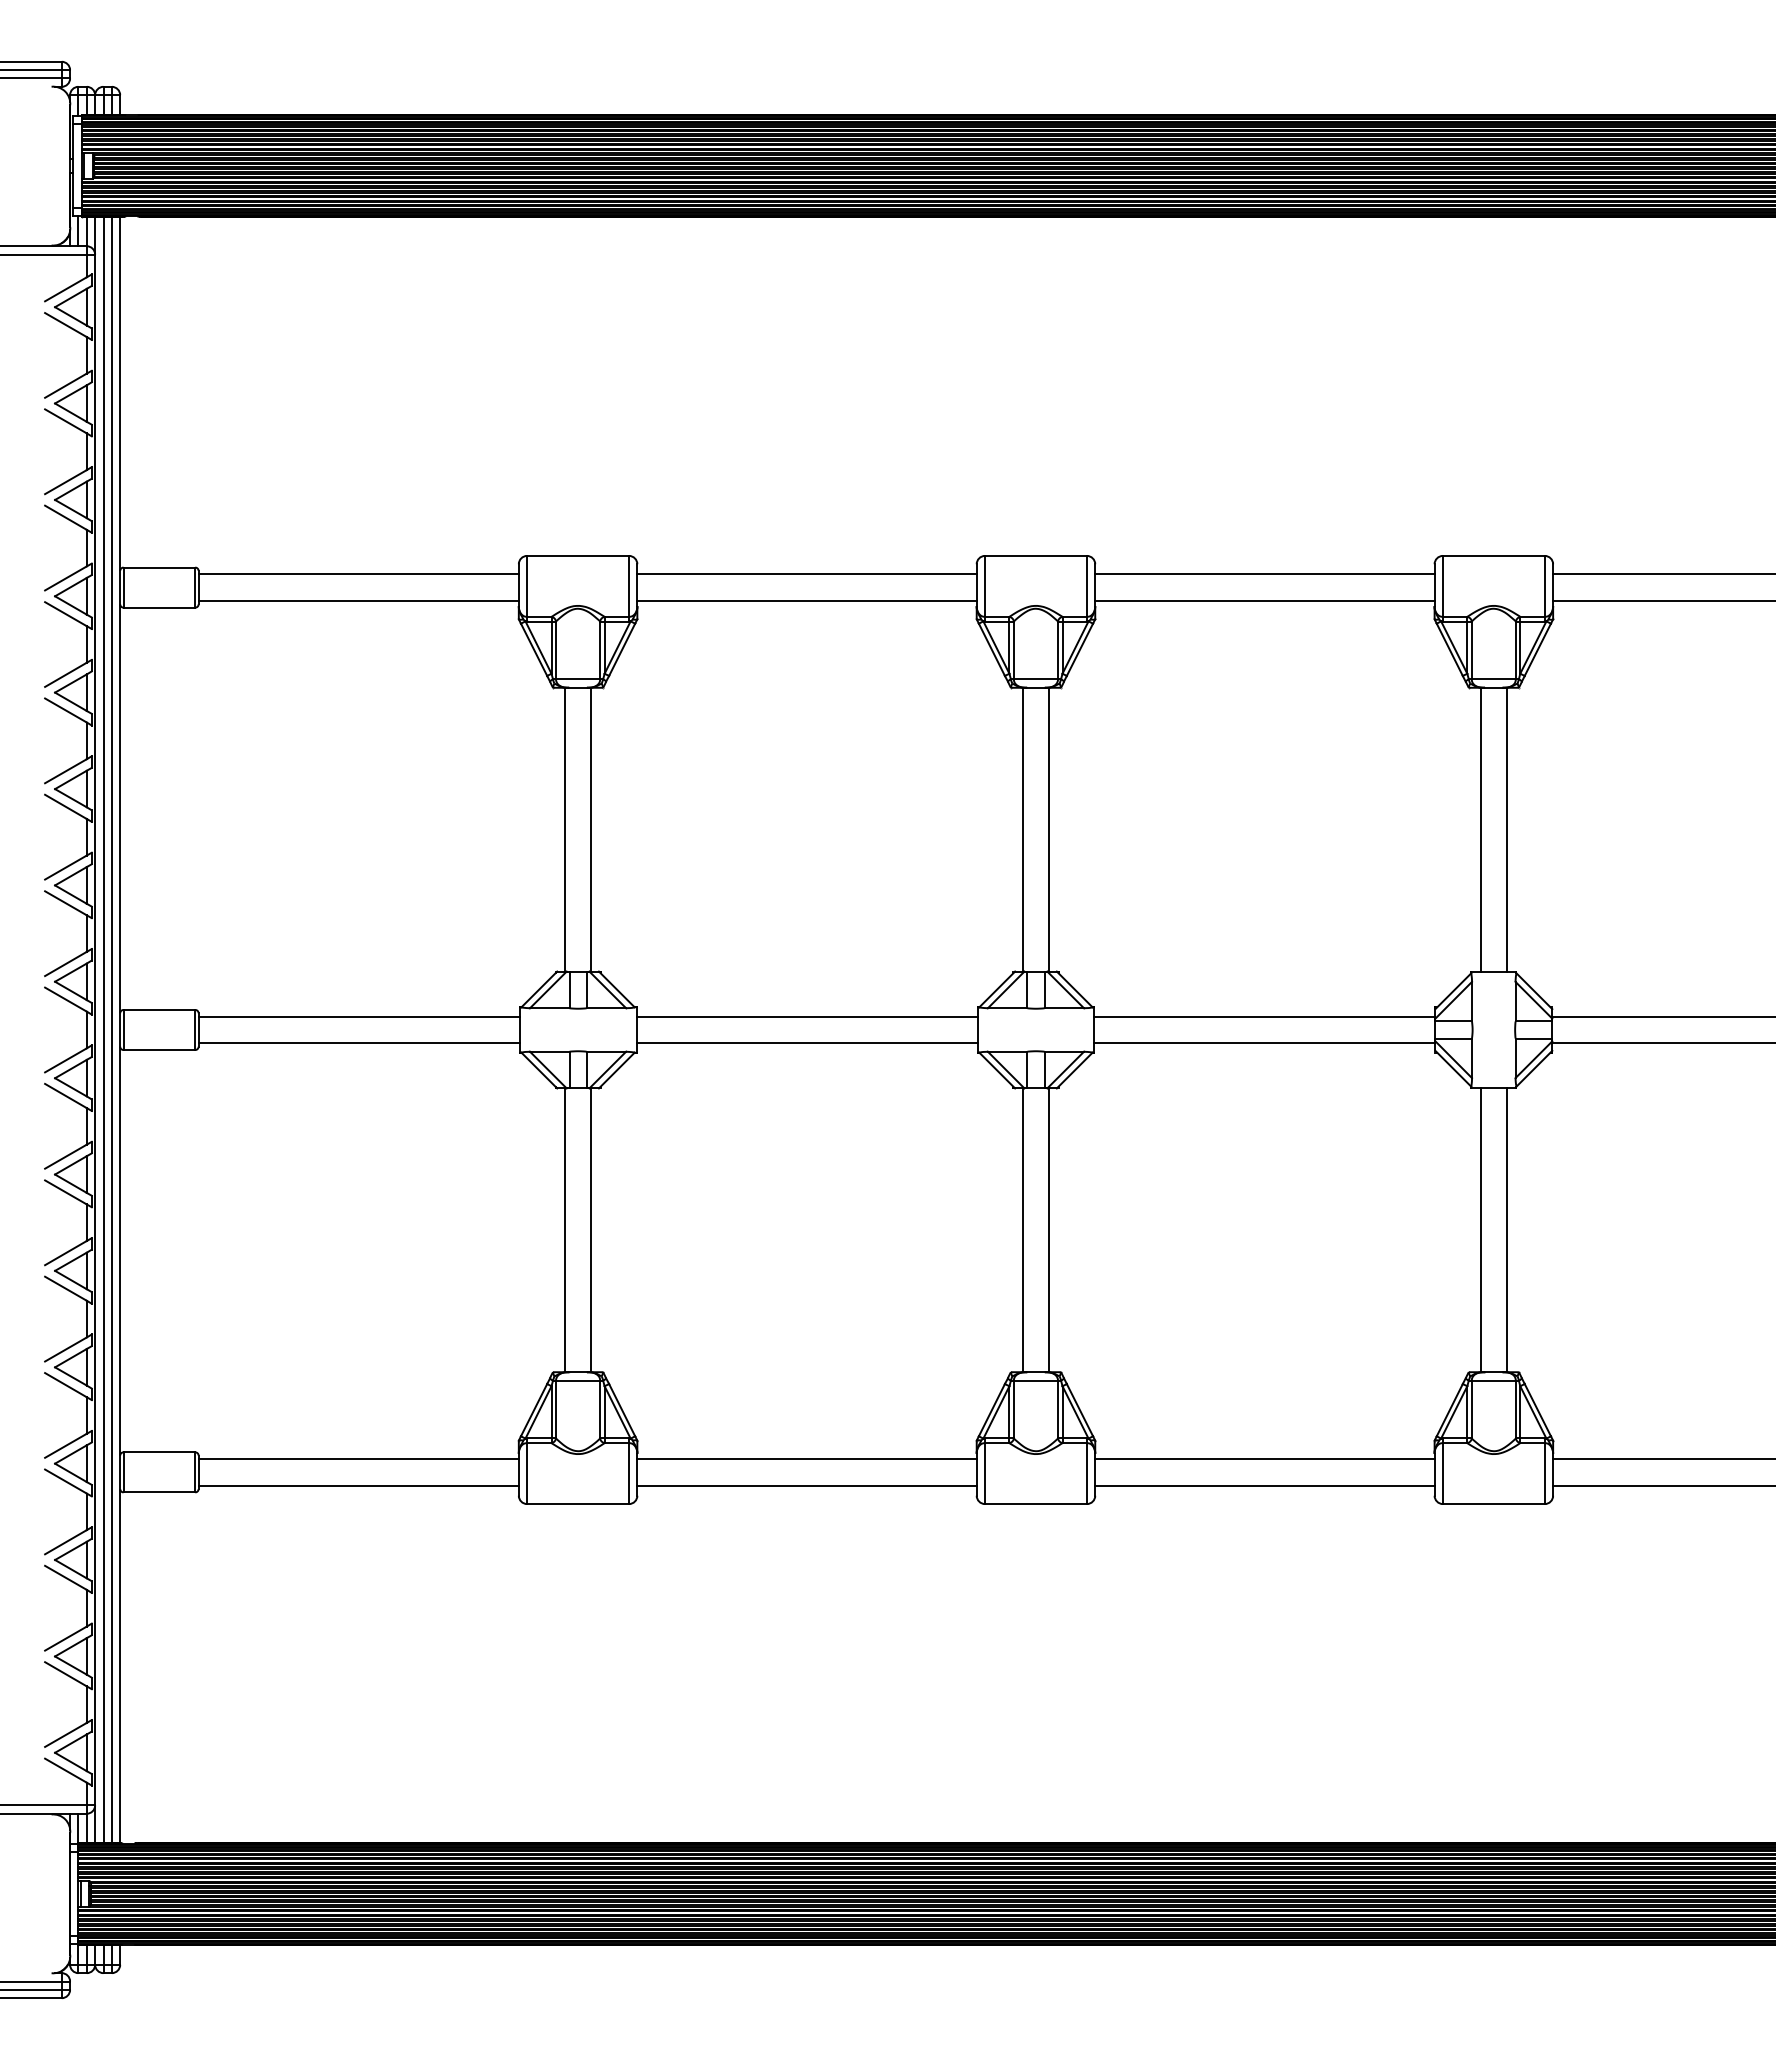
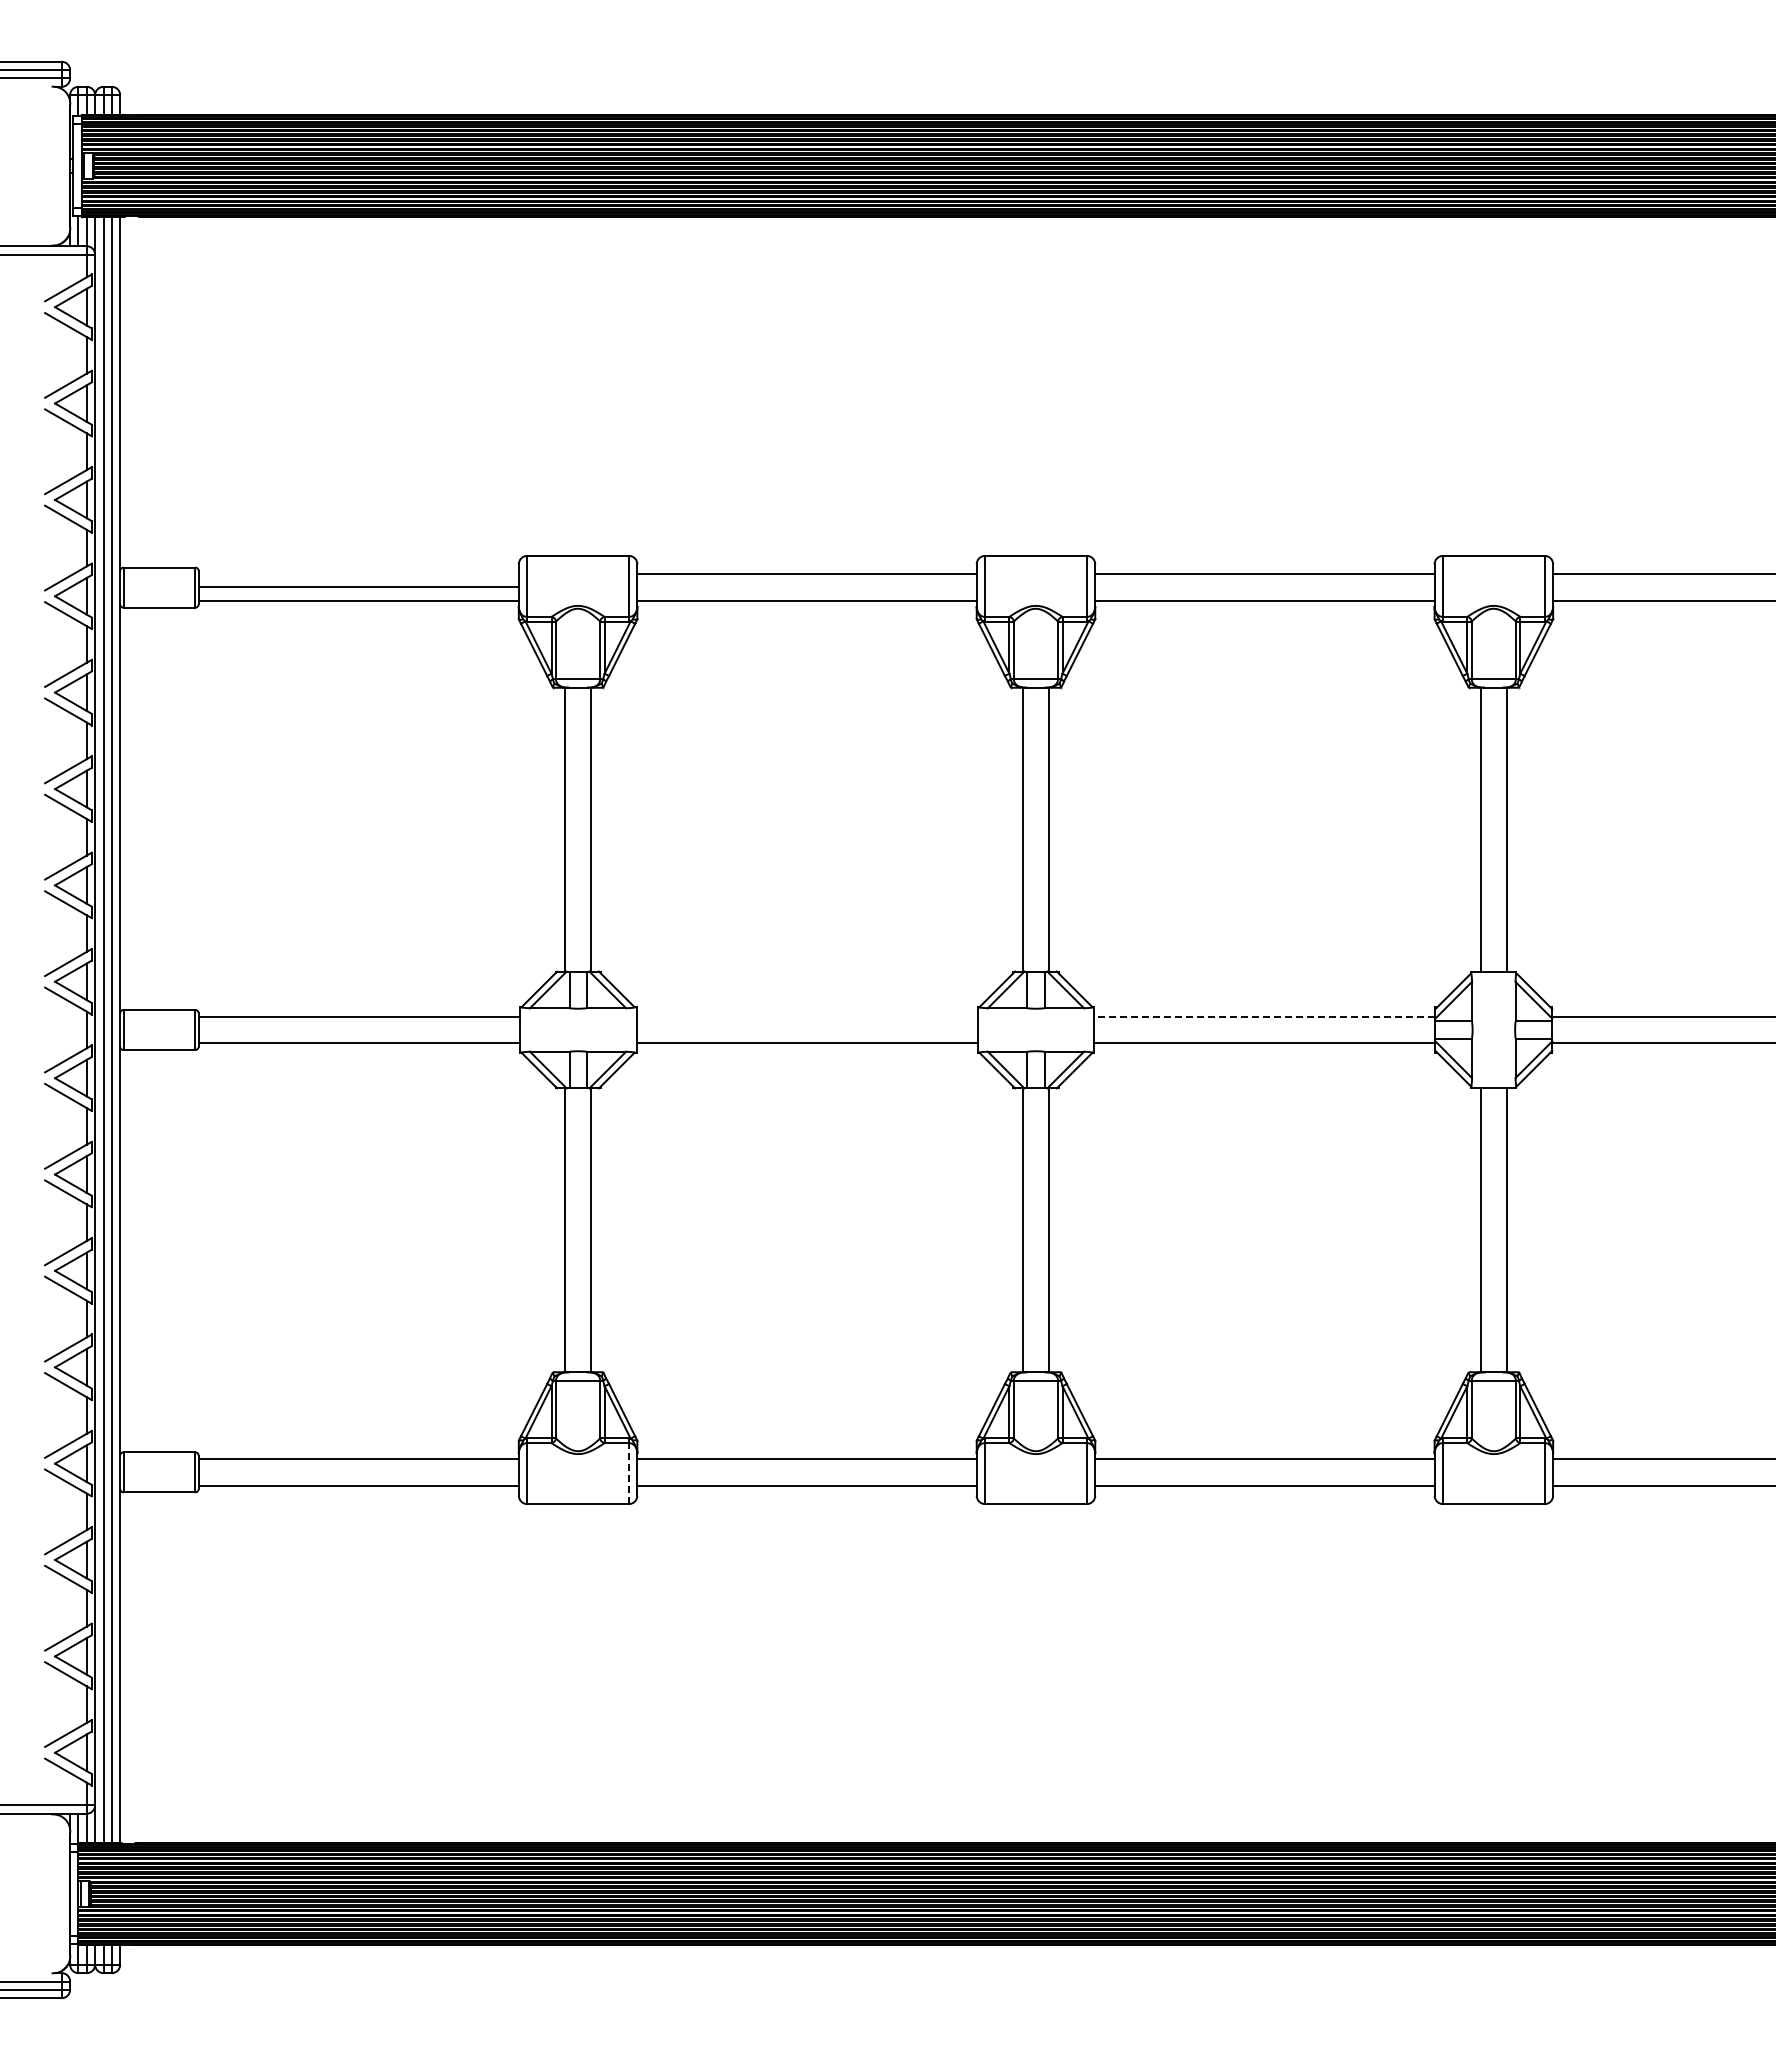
line at (358, 574) position: (358, 574) -> (358, 587)
line at (806, 1016): present -> none
line at (1264, 1016): solid -> dashed
line at (629, 1473): solid -> dashed
